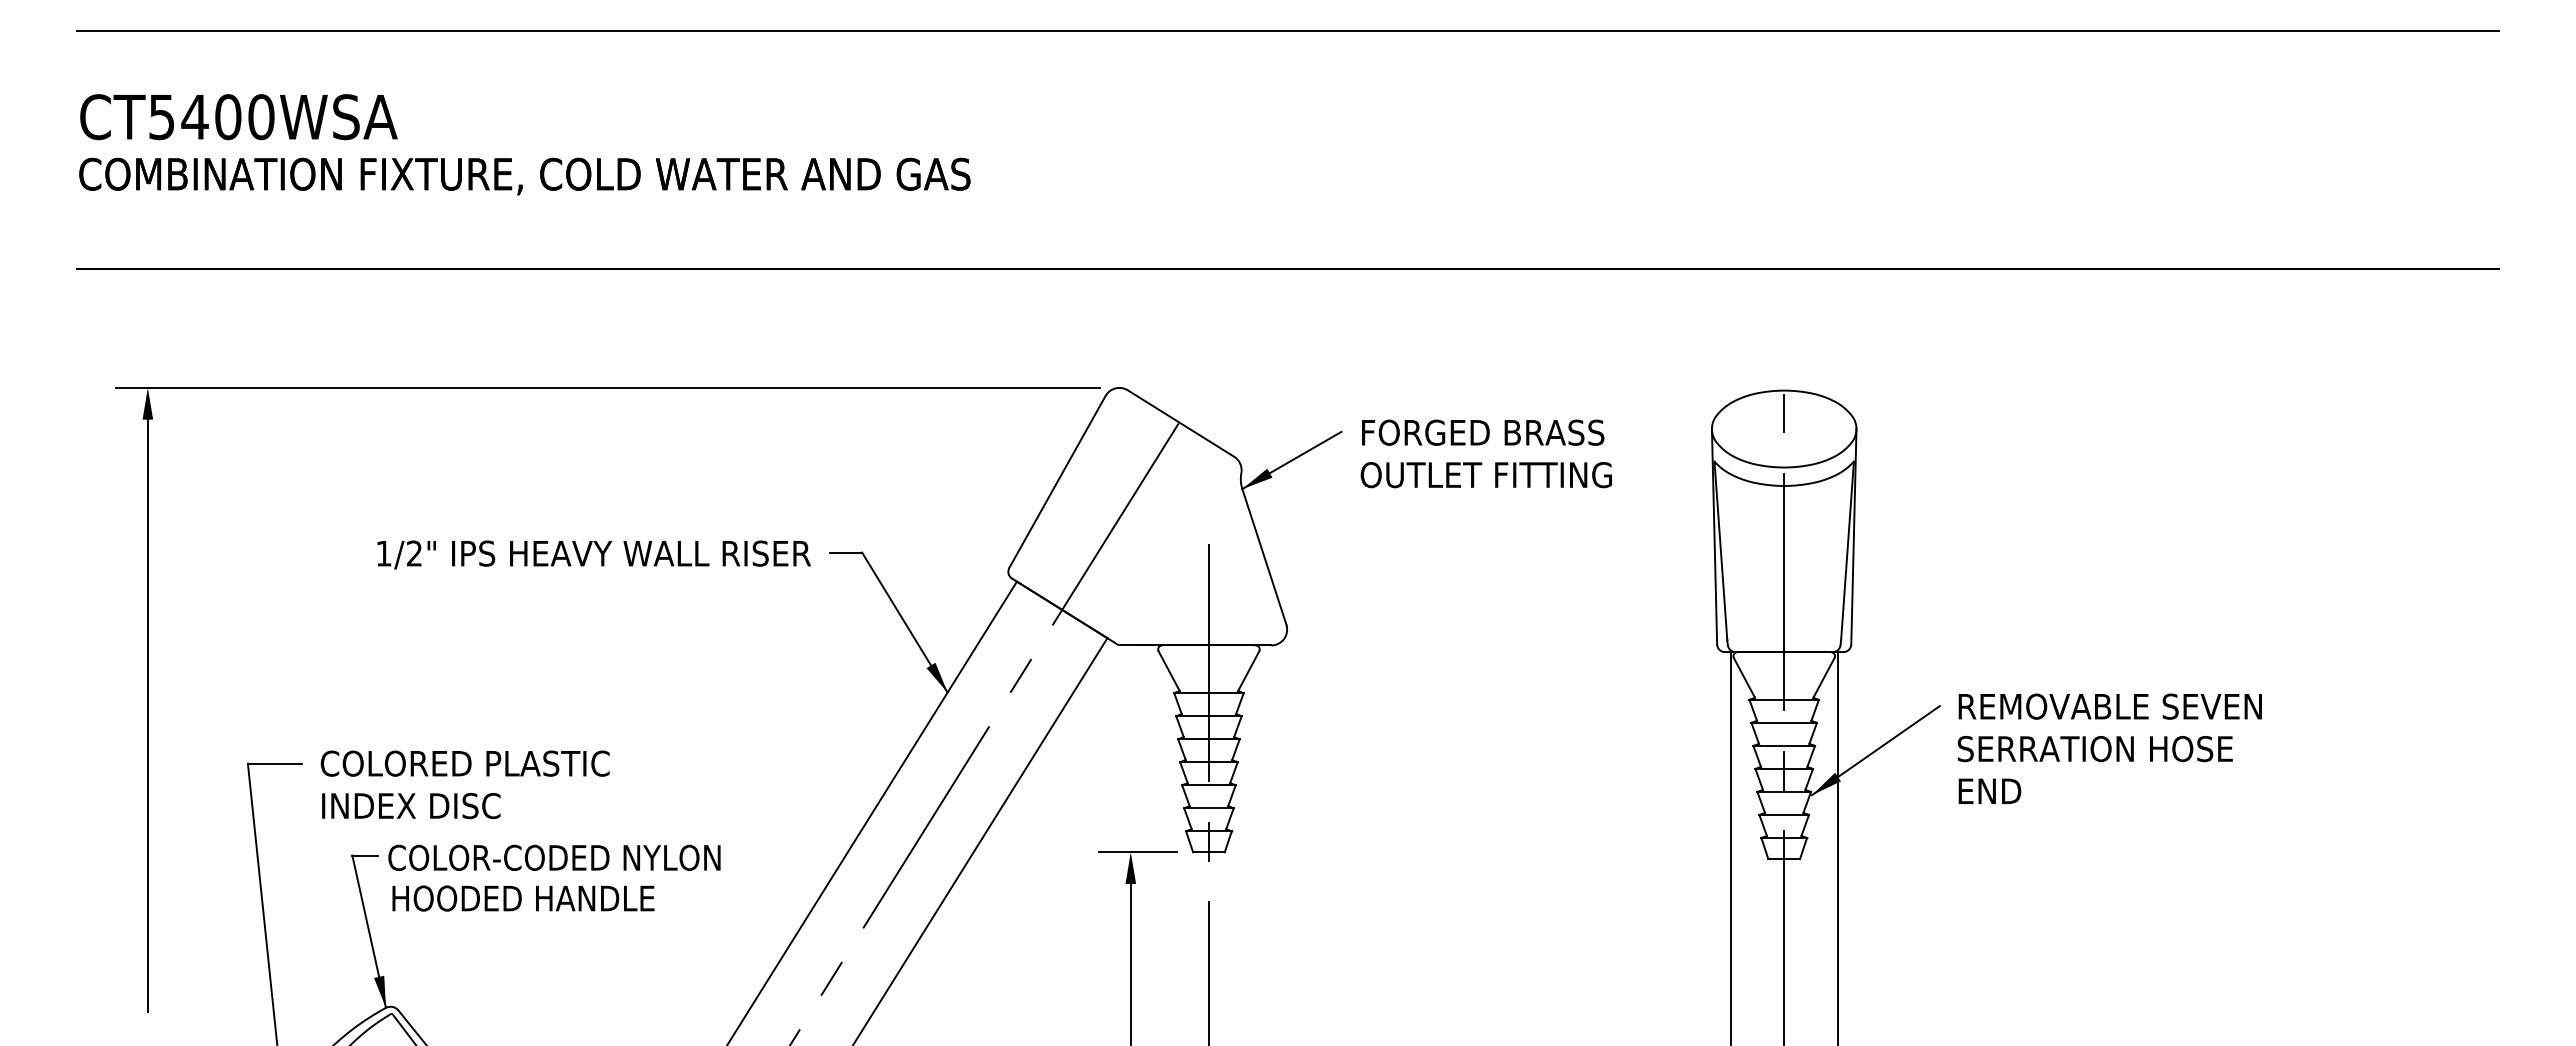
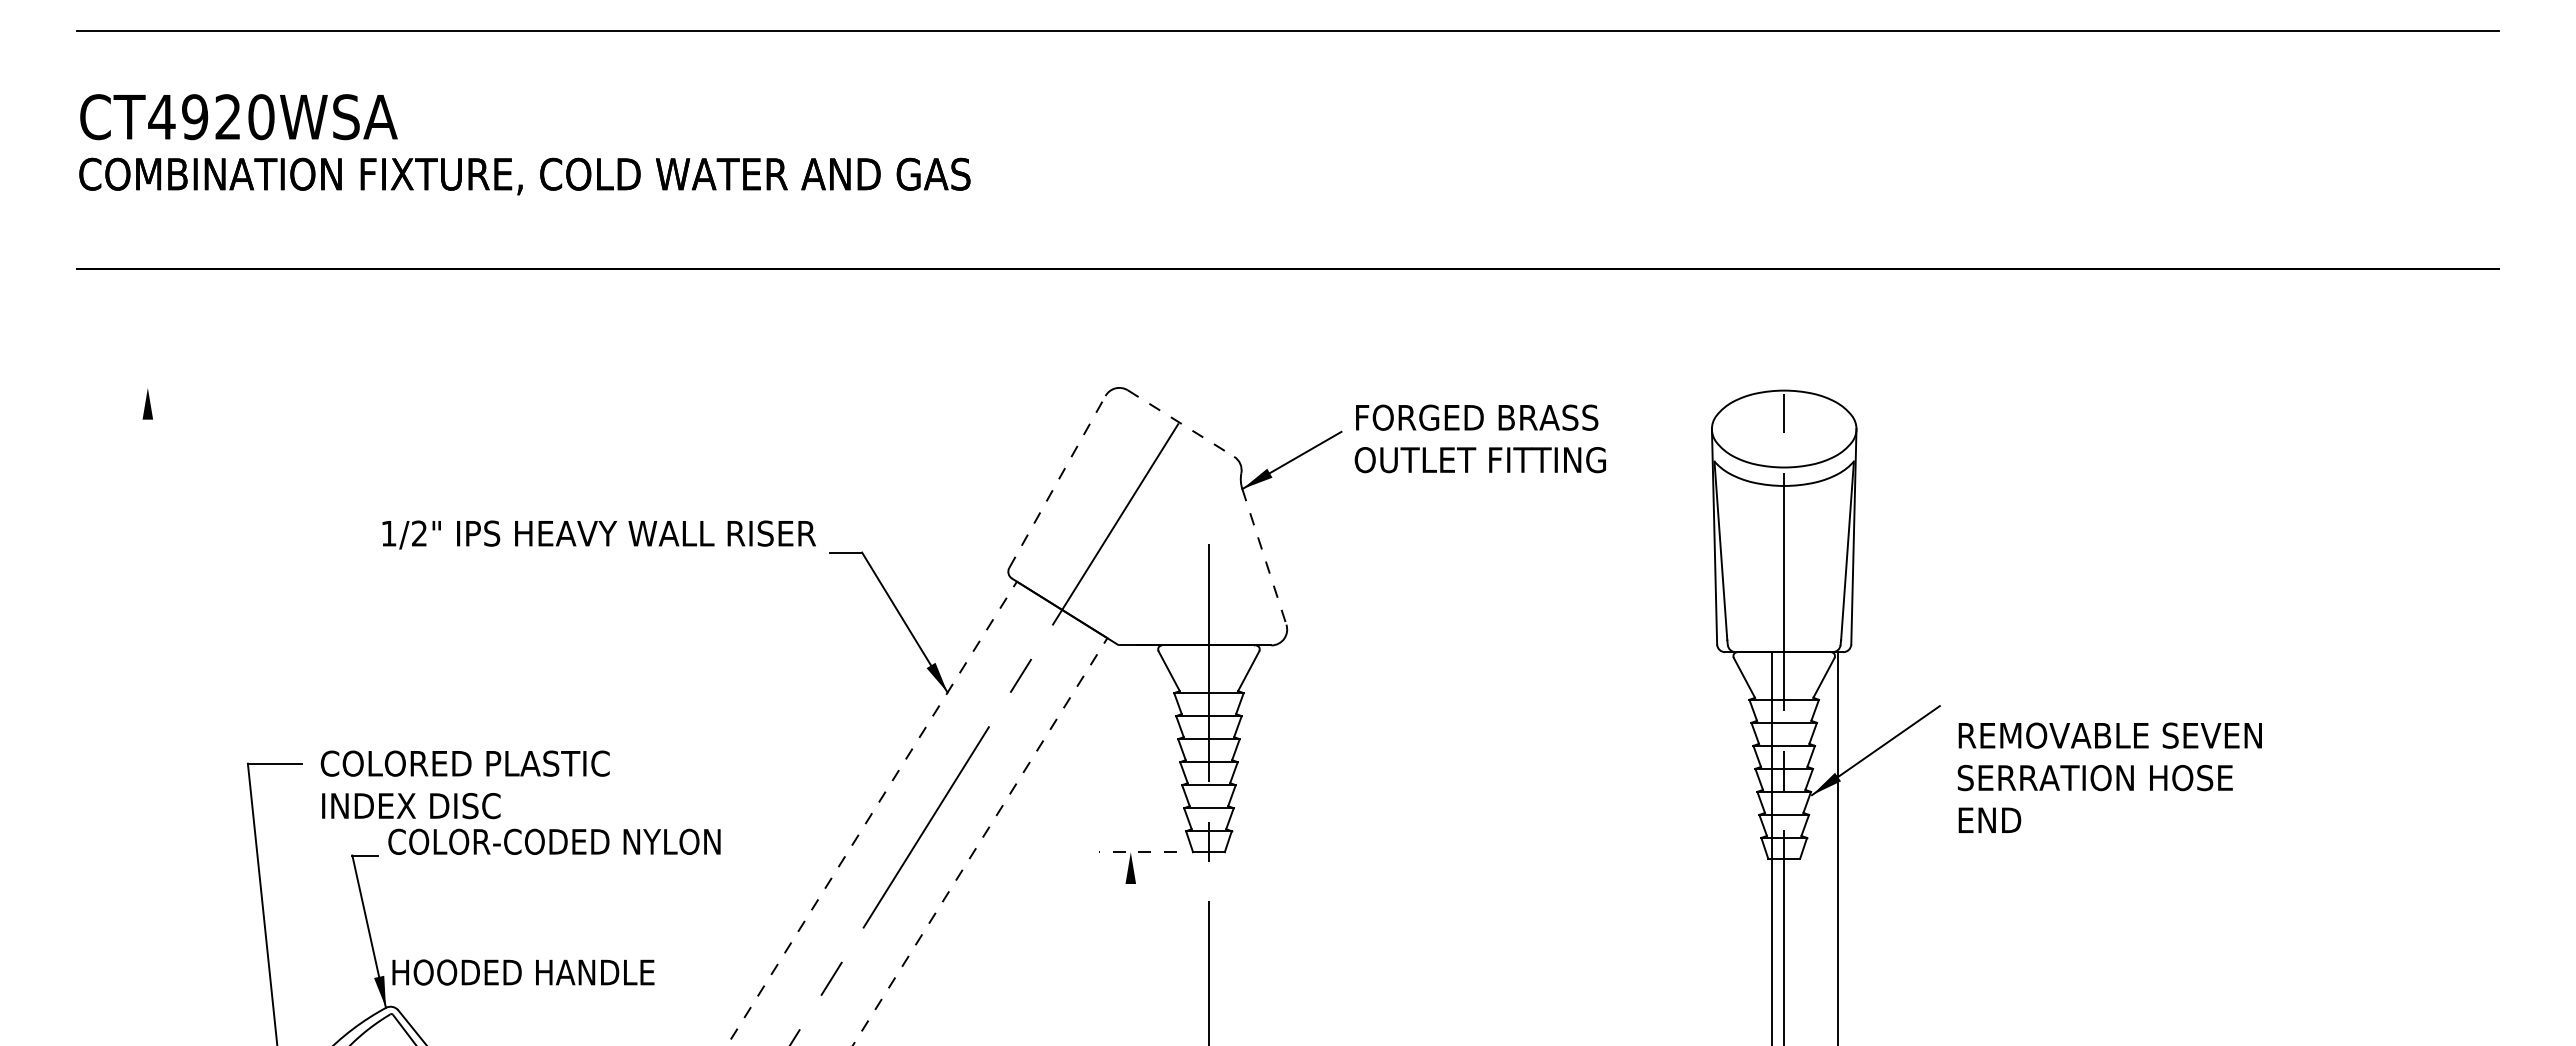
text at (194, 117): CT5400WSA -> CT4920WSA
line at (607, 387): present -> none
line at (1181, 423): solid -> dashed
text at (1485, 453) position: (1485, 453) -> (1479, 438)
line at (1057, 481): solid -> dashed
text at (593, 554) position: (593, 554) -> (598, 534)
line at (1264, 557): solid -> dashed
line at (147, 715): present -> none
text at (2109, 748) position: (2109, 748) -> (2109, 777)
line at (872, 813): solid -> dashed
line at (980, 841): solid -> dashed
line at (1730, 847) position: (1730, 847) -> (1771, 847)
line at (1137, 852): solid -> dashed
text at (554, 857) position: (554, 857) -> (554, 841)
text at (523, 898) position: (523, 898) -> (523, 972)
line at (1130, 962): present -> none
